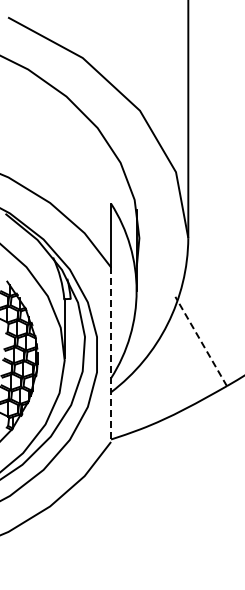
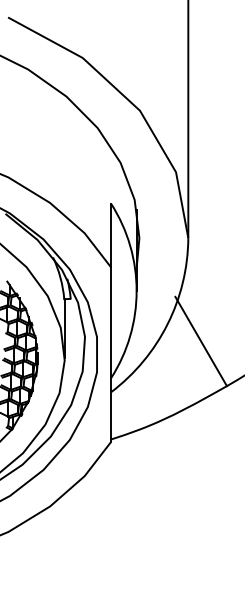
line at (201, 341): dashed -> solid
line at (111, 355): dashed -> solid
